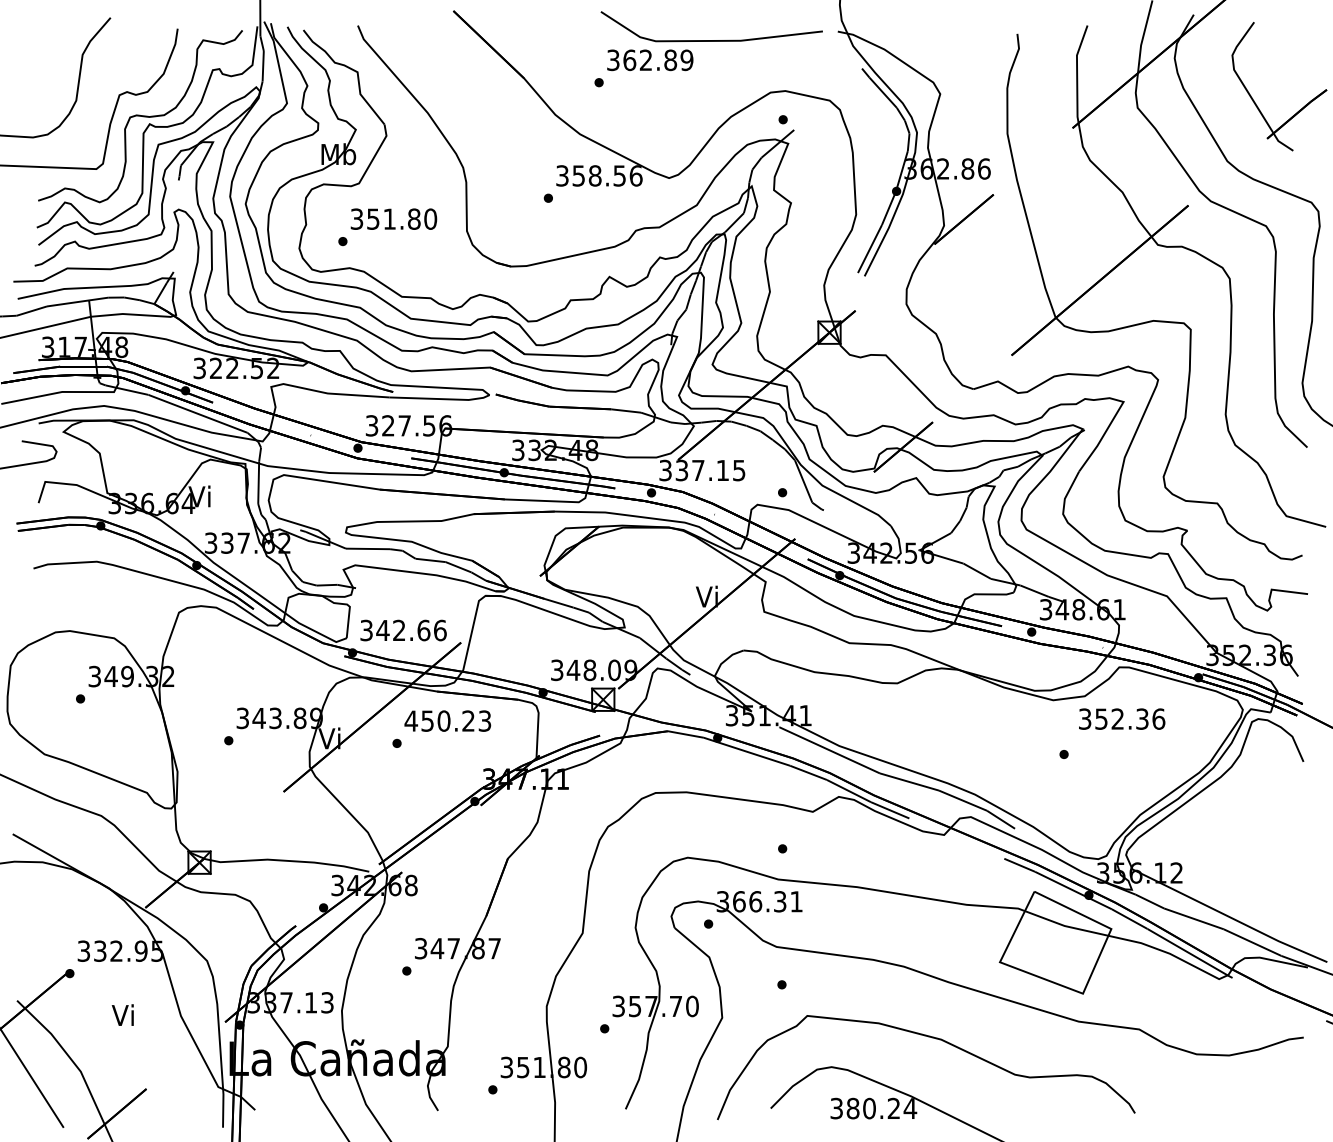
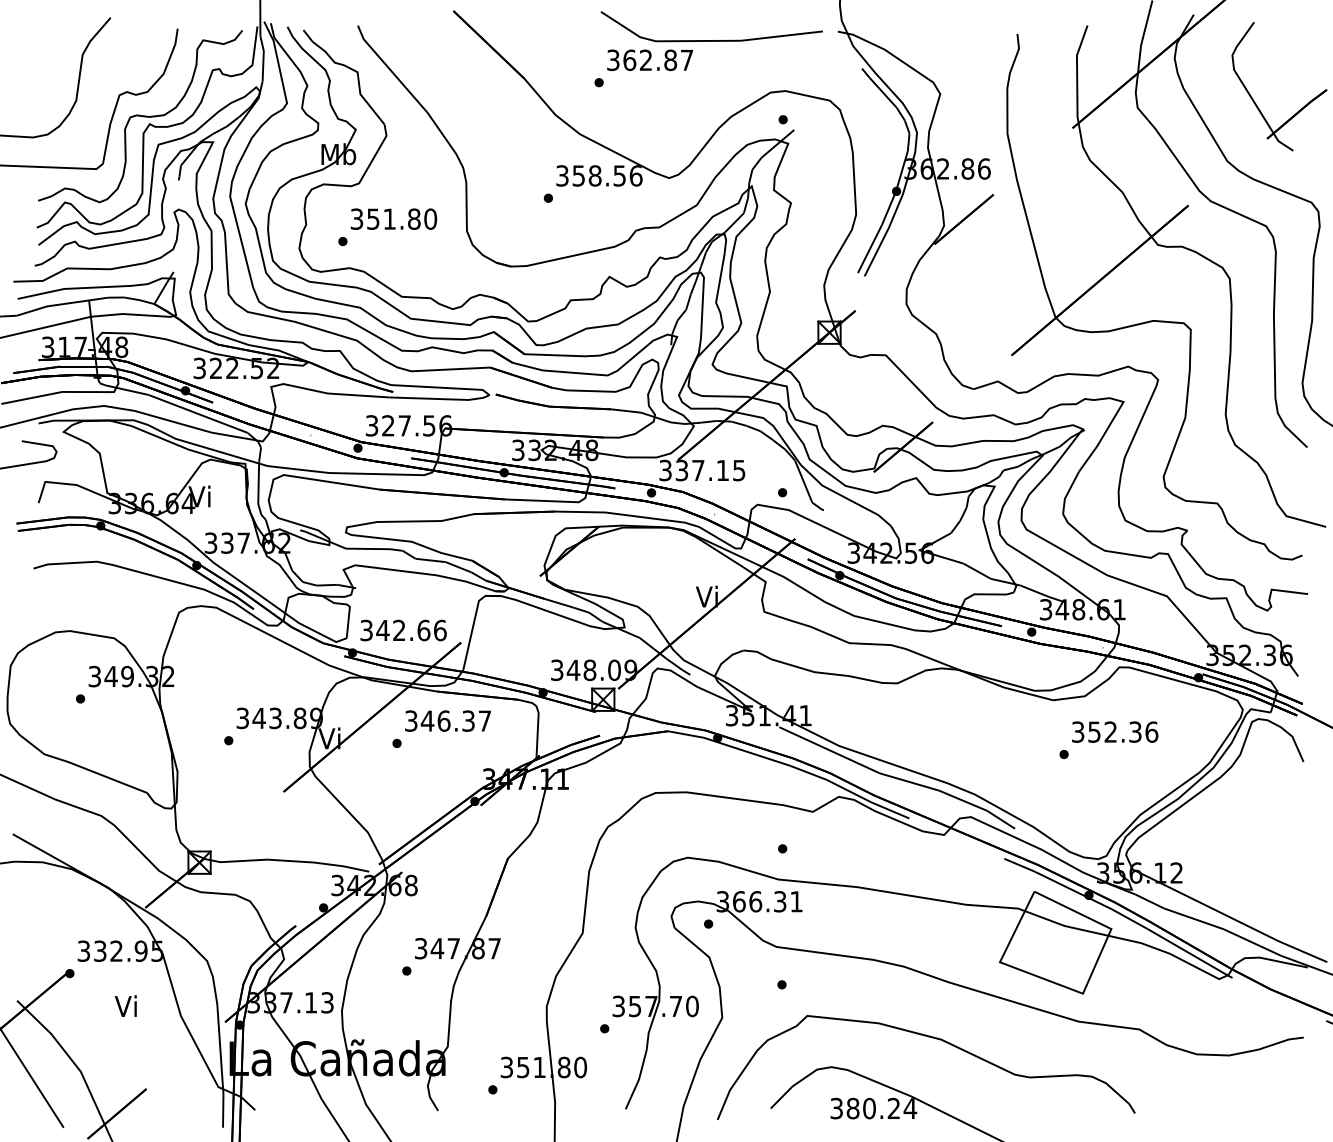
text at (686, 60): 362.89 -> 362.87
text at (1122, 718) position: (1122, 718) -> (1115, 731)
text at (447, 720): 450.23 -> 346.37
text at (122, 1014) position: (122, 1014) -> (125, 1005)
